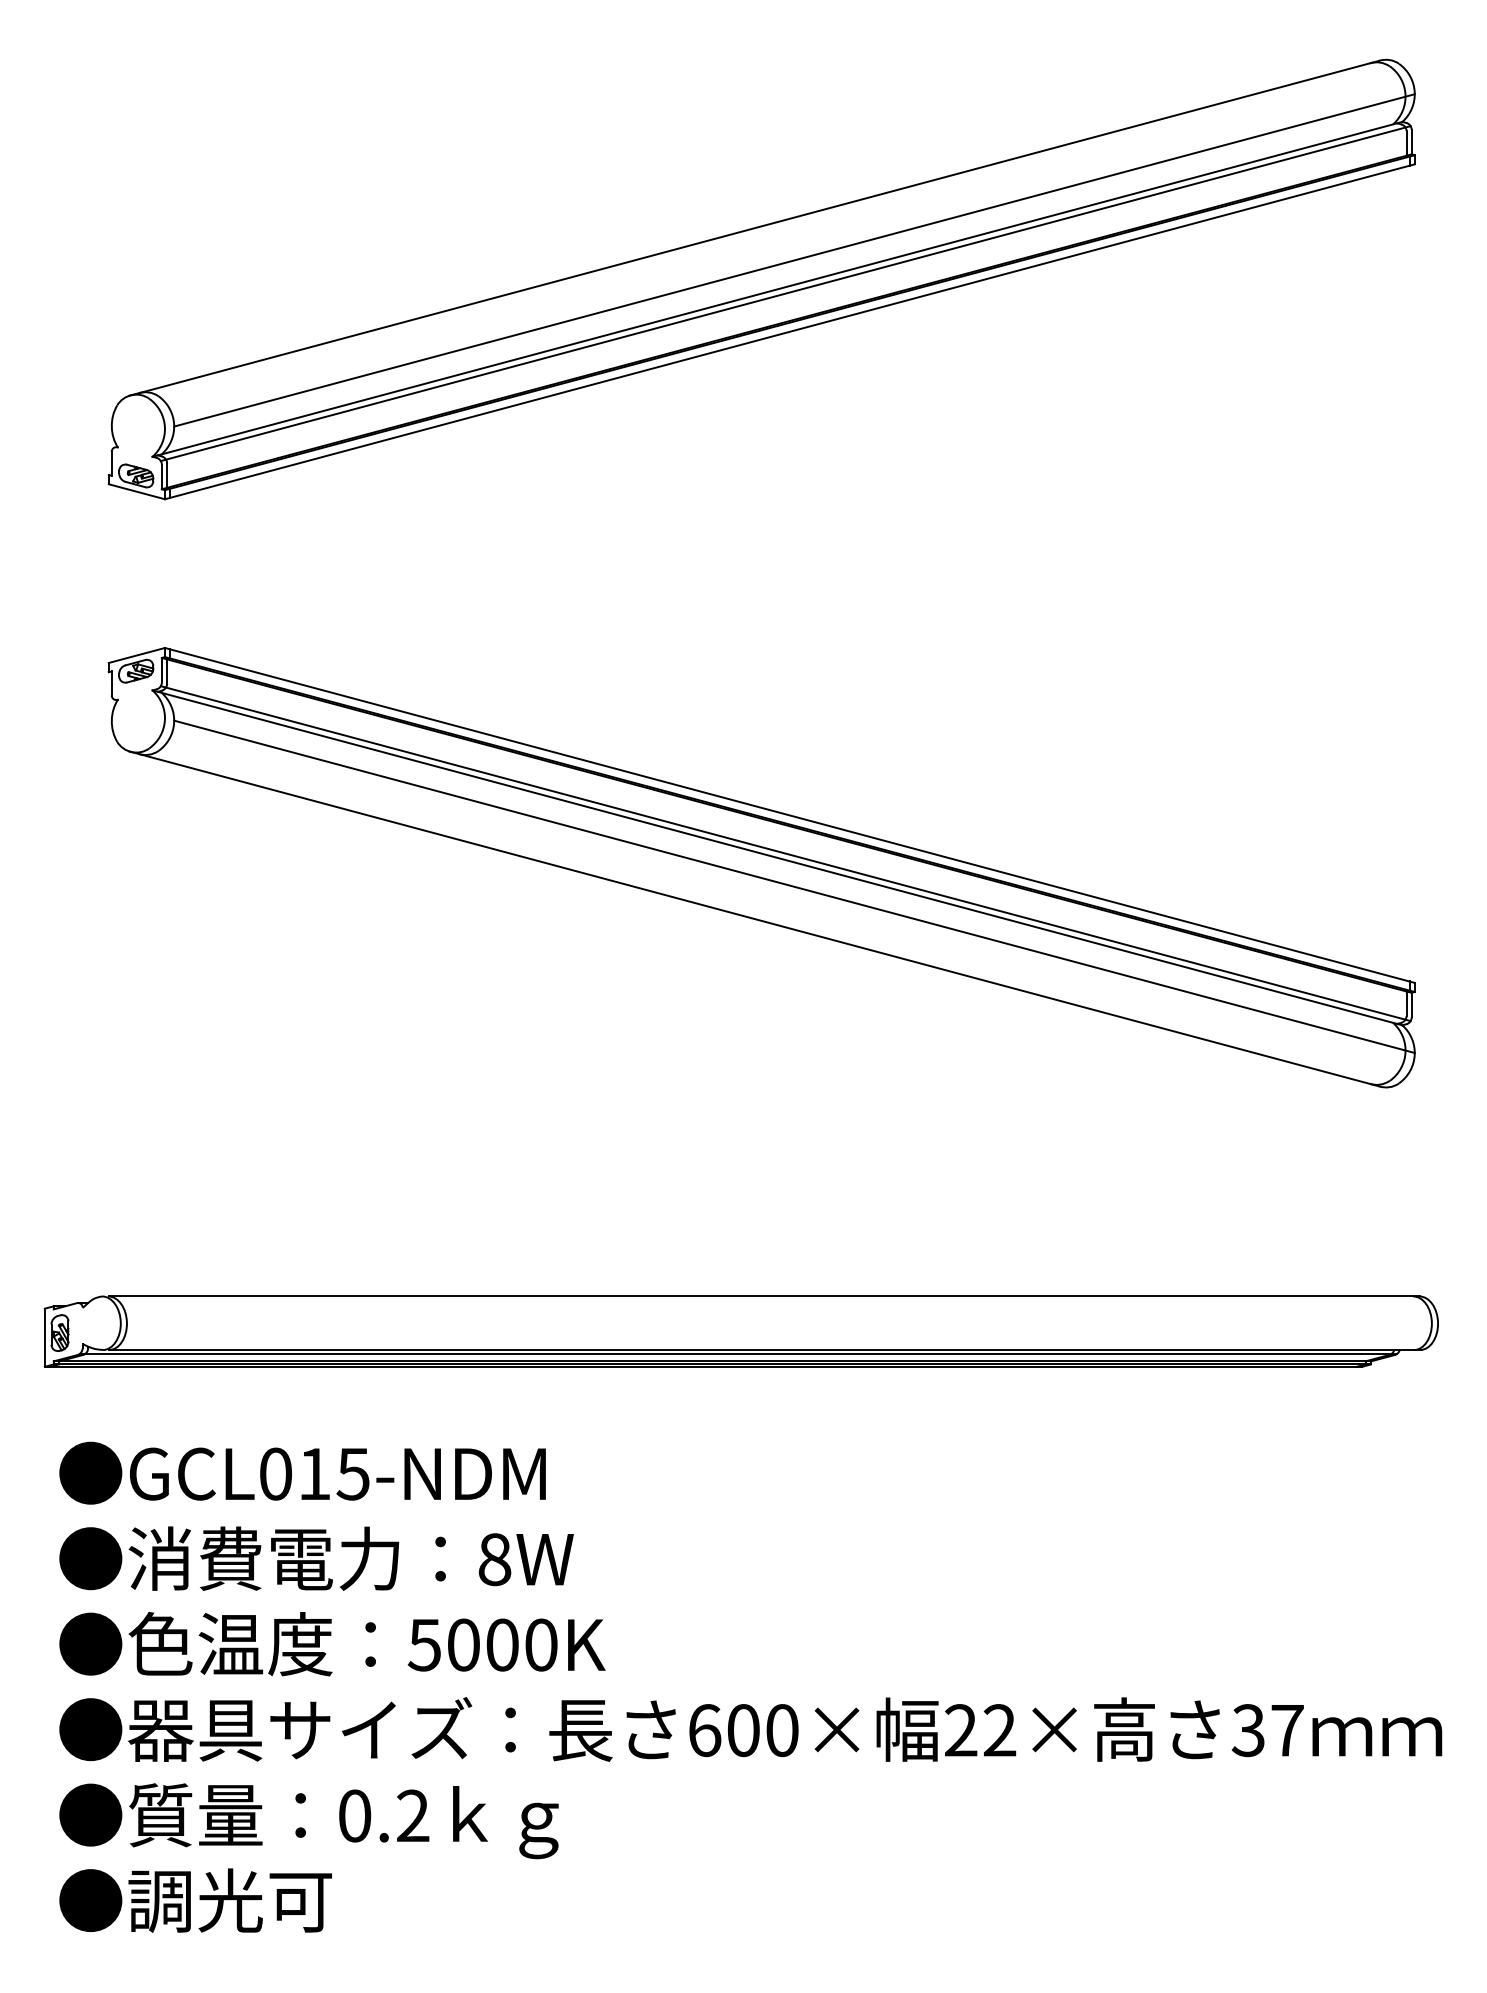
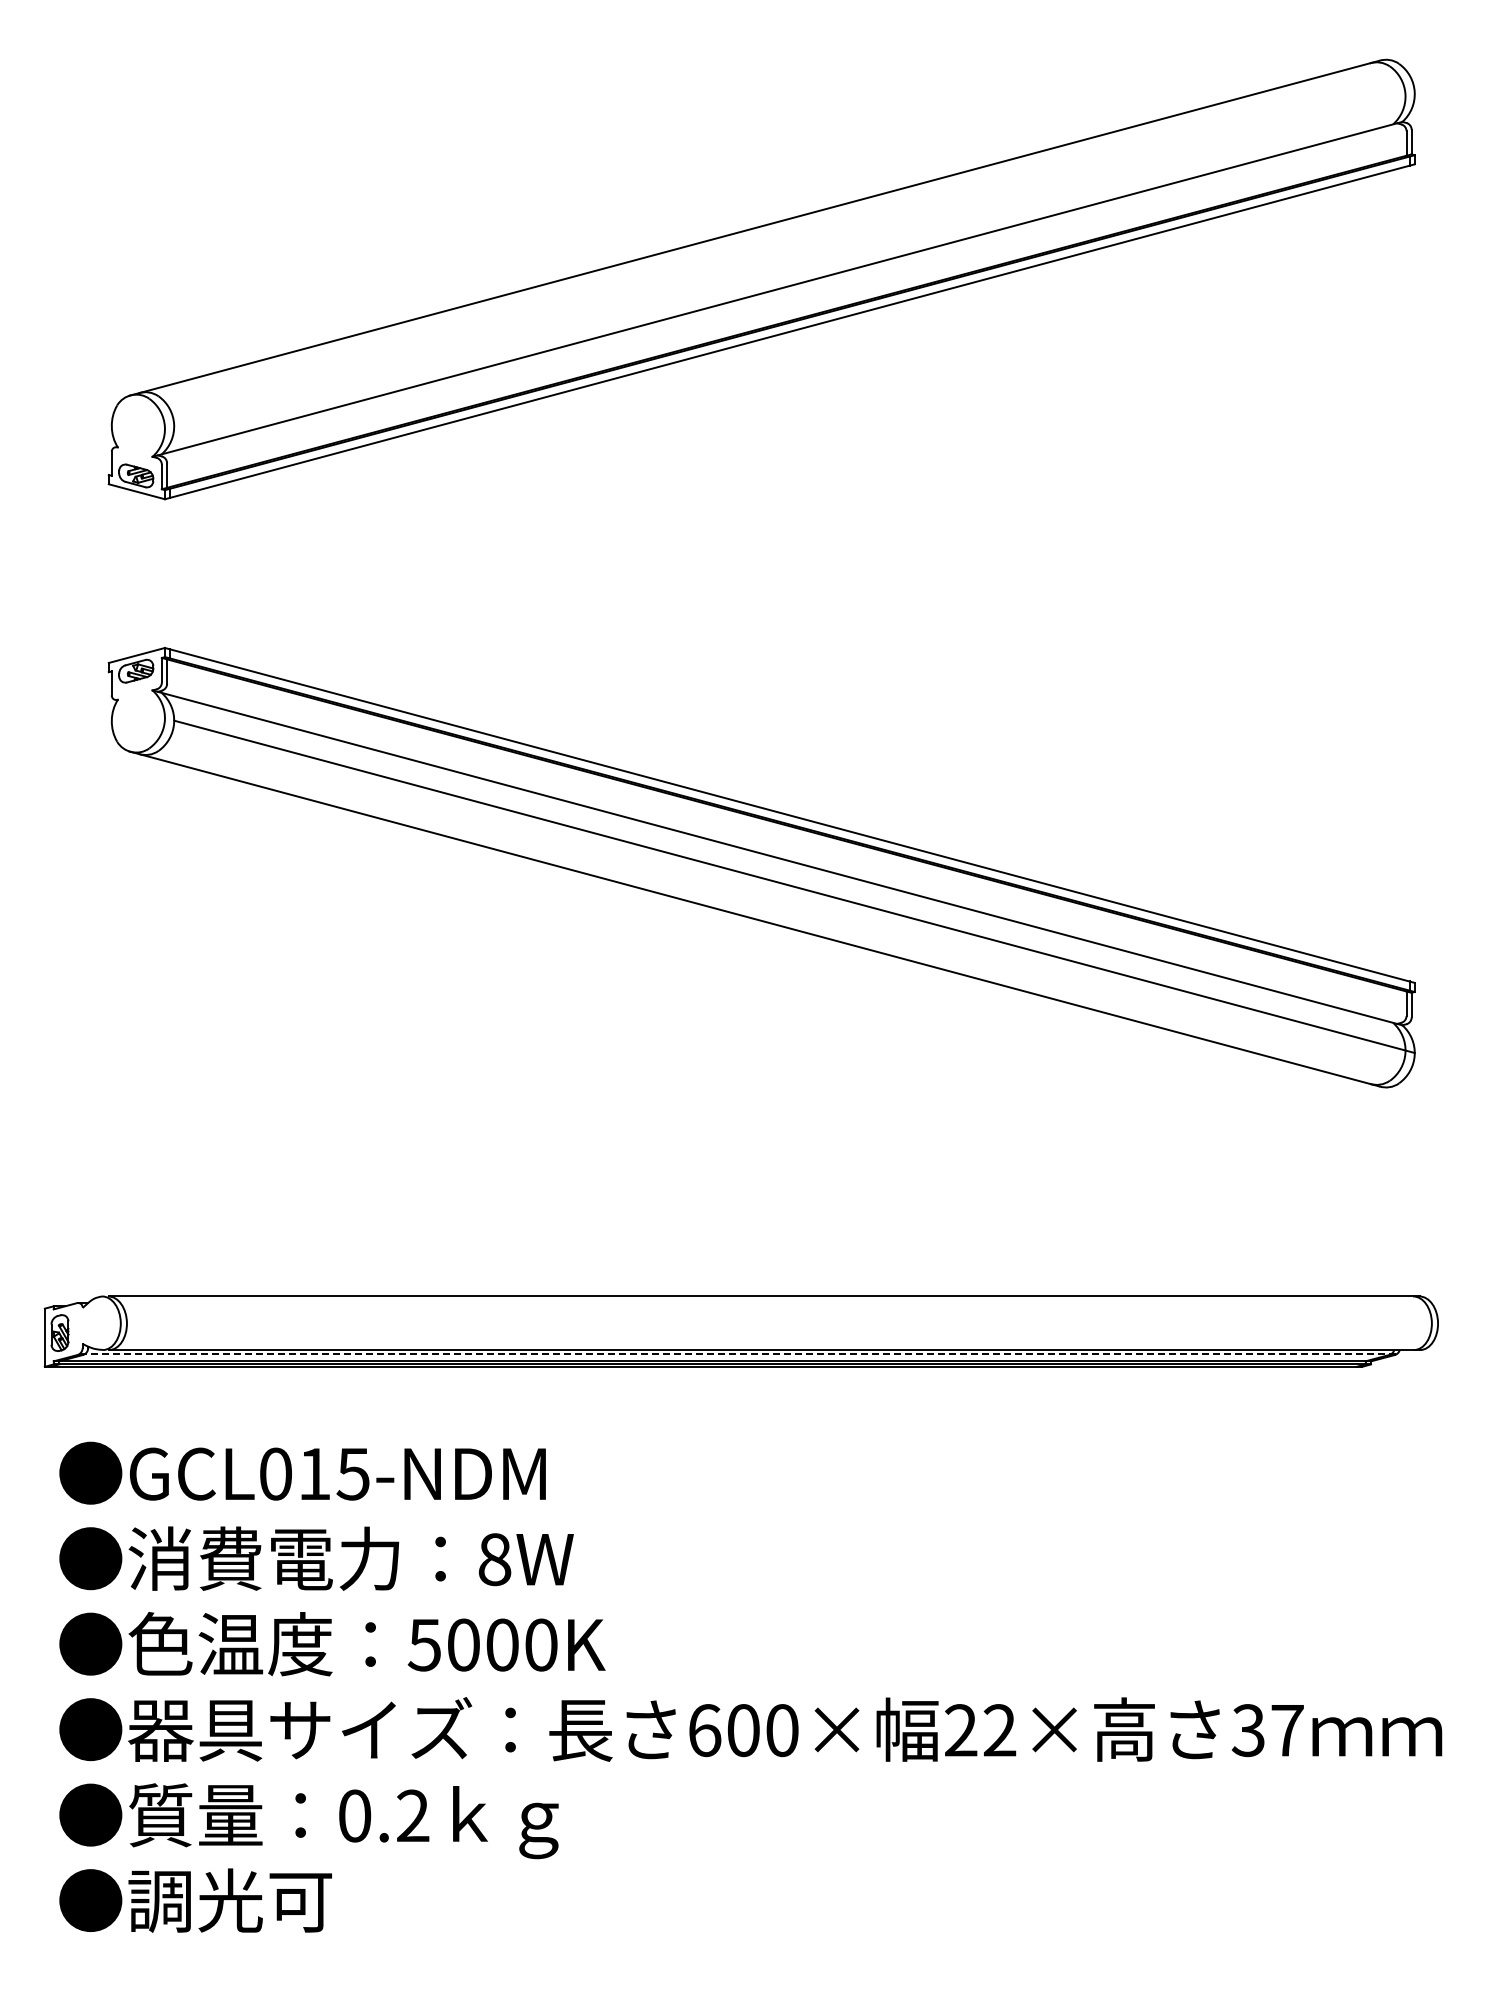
line at (794, 260): present -> none
line at (785, 293): present -> none
line at (785, 853): present -> none
line at (738, 1354): solid -> dashed
